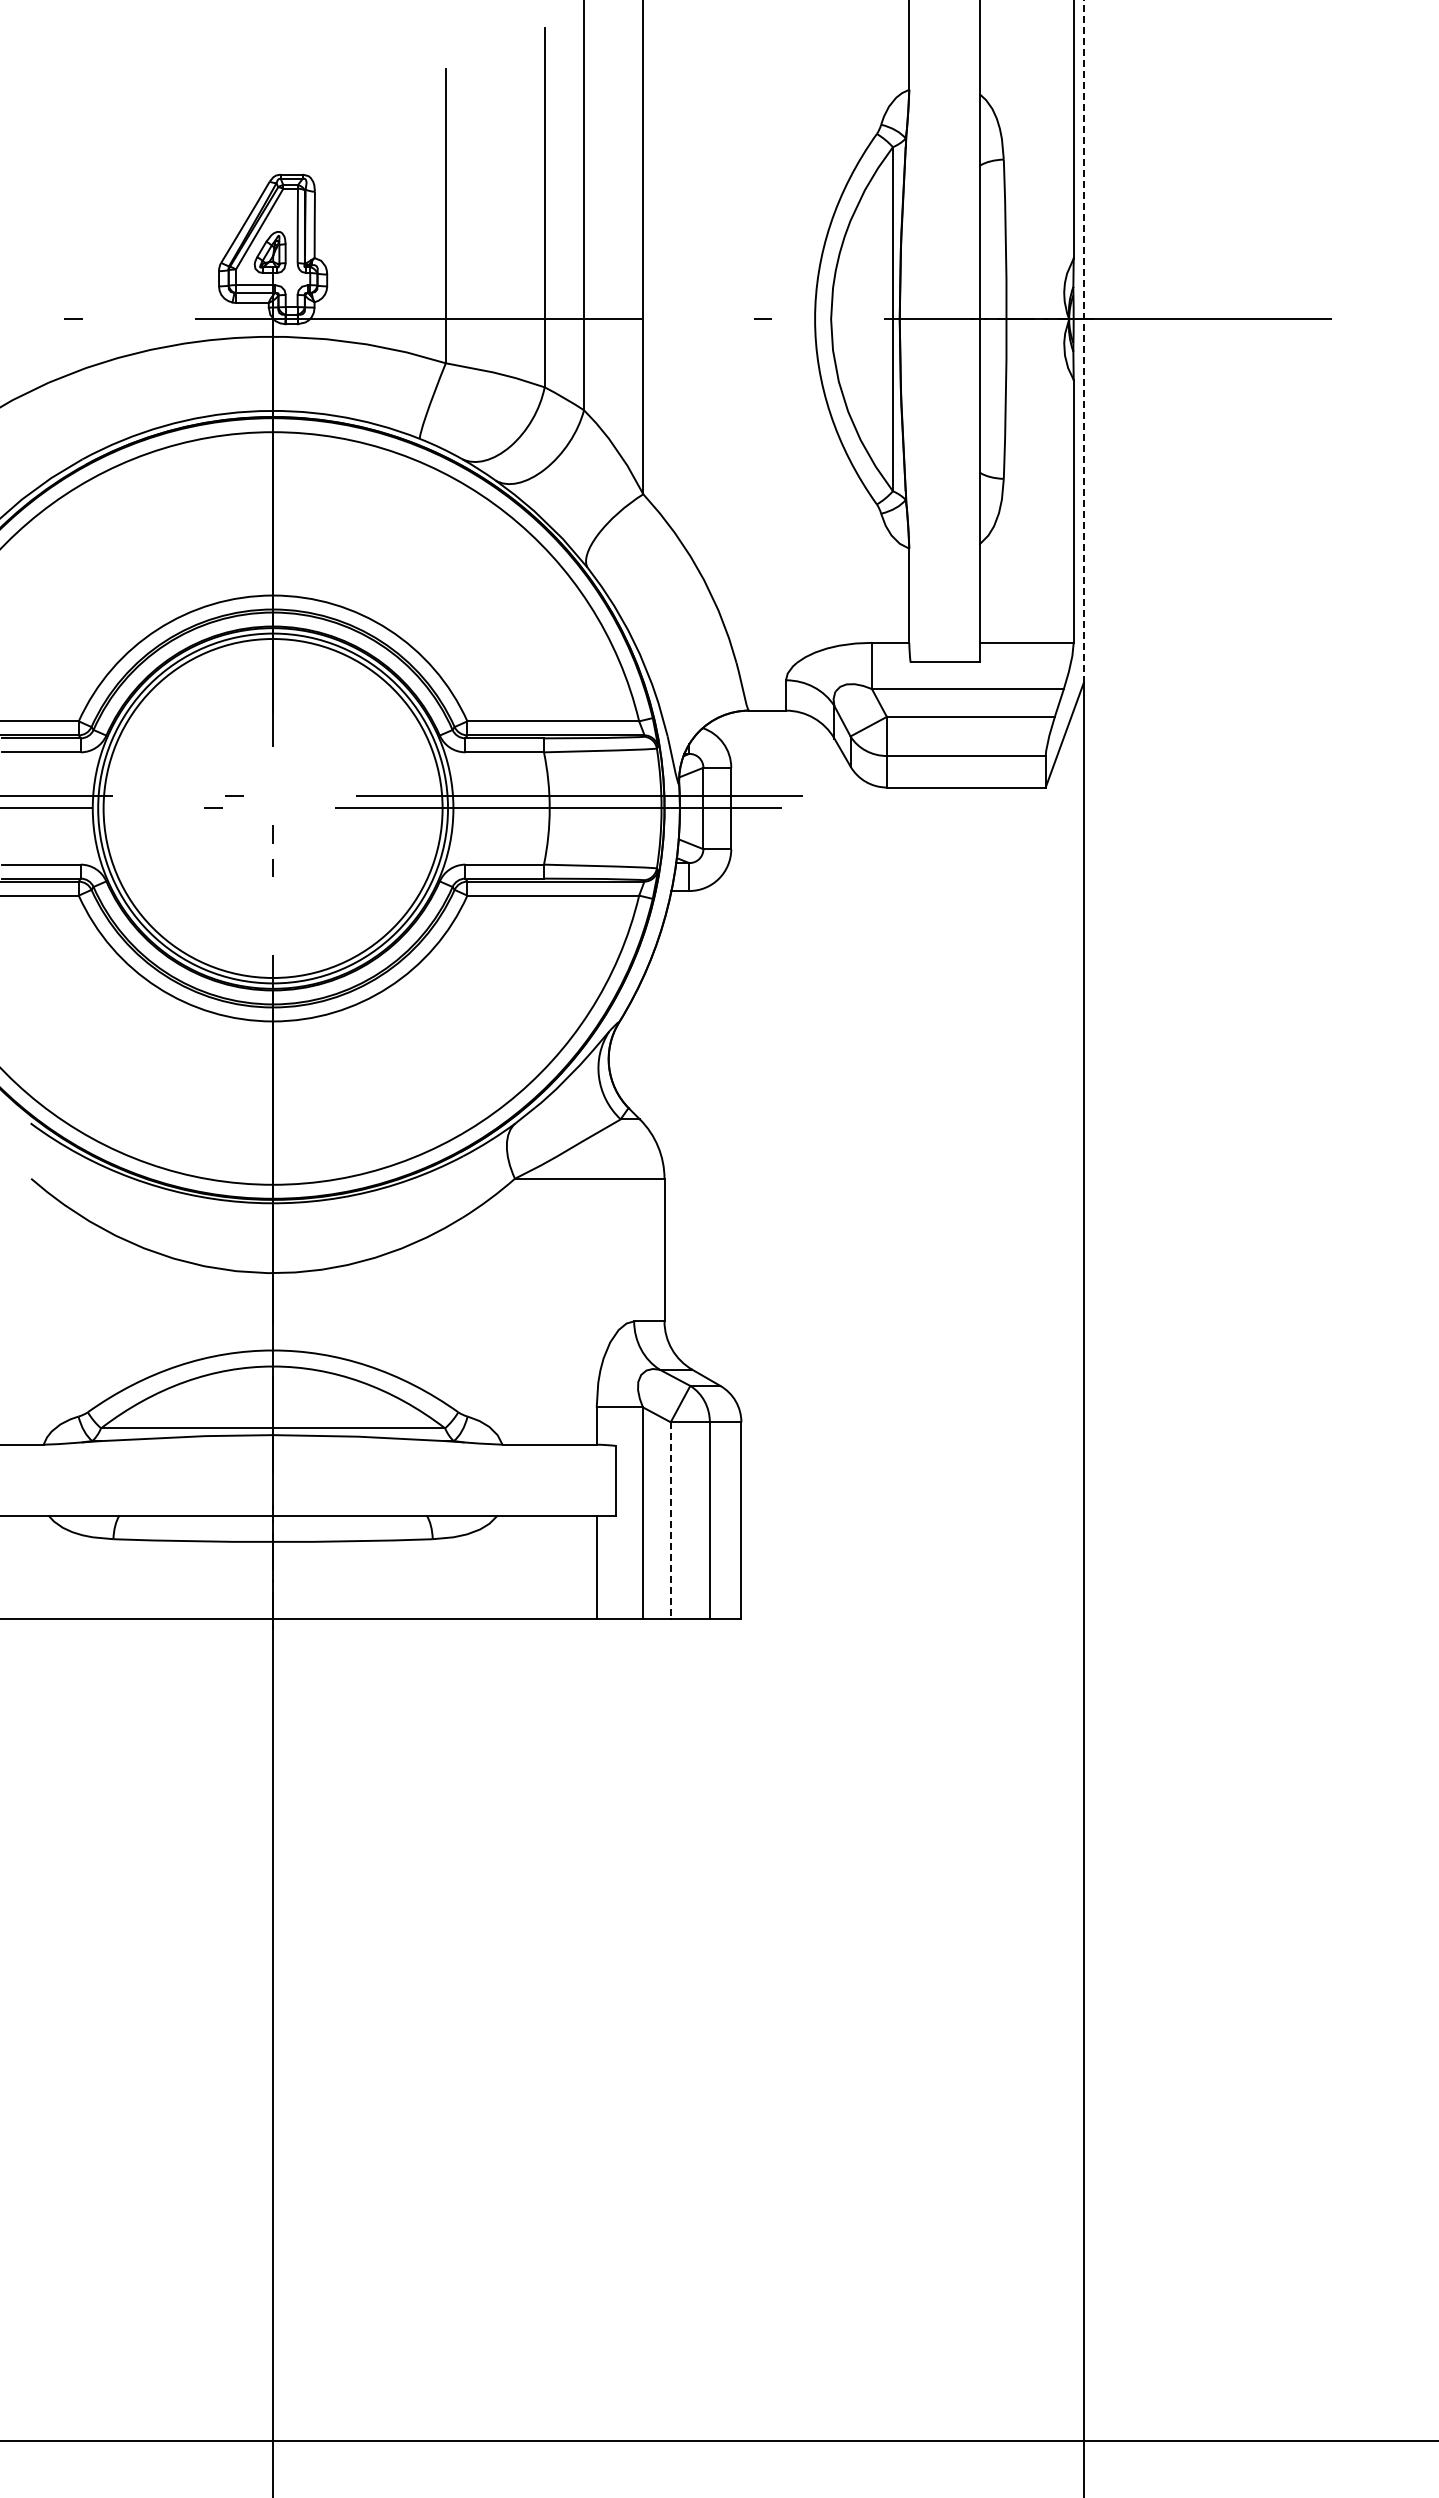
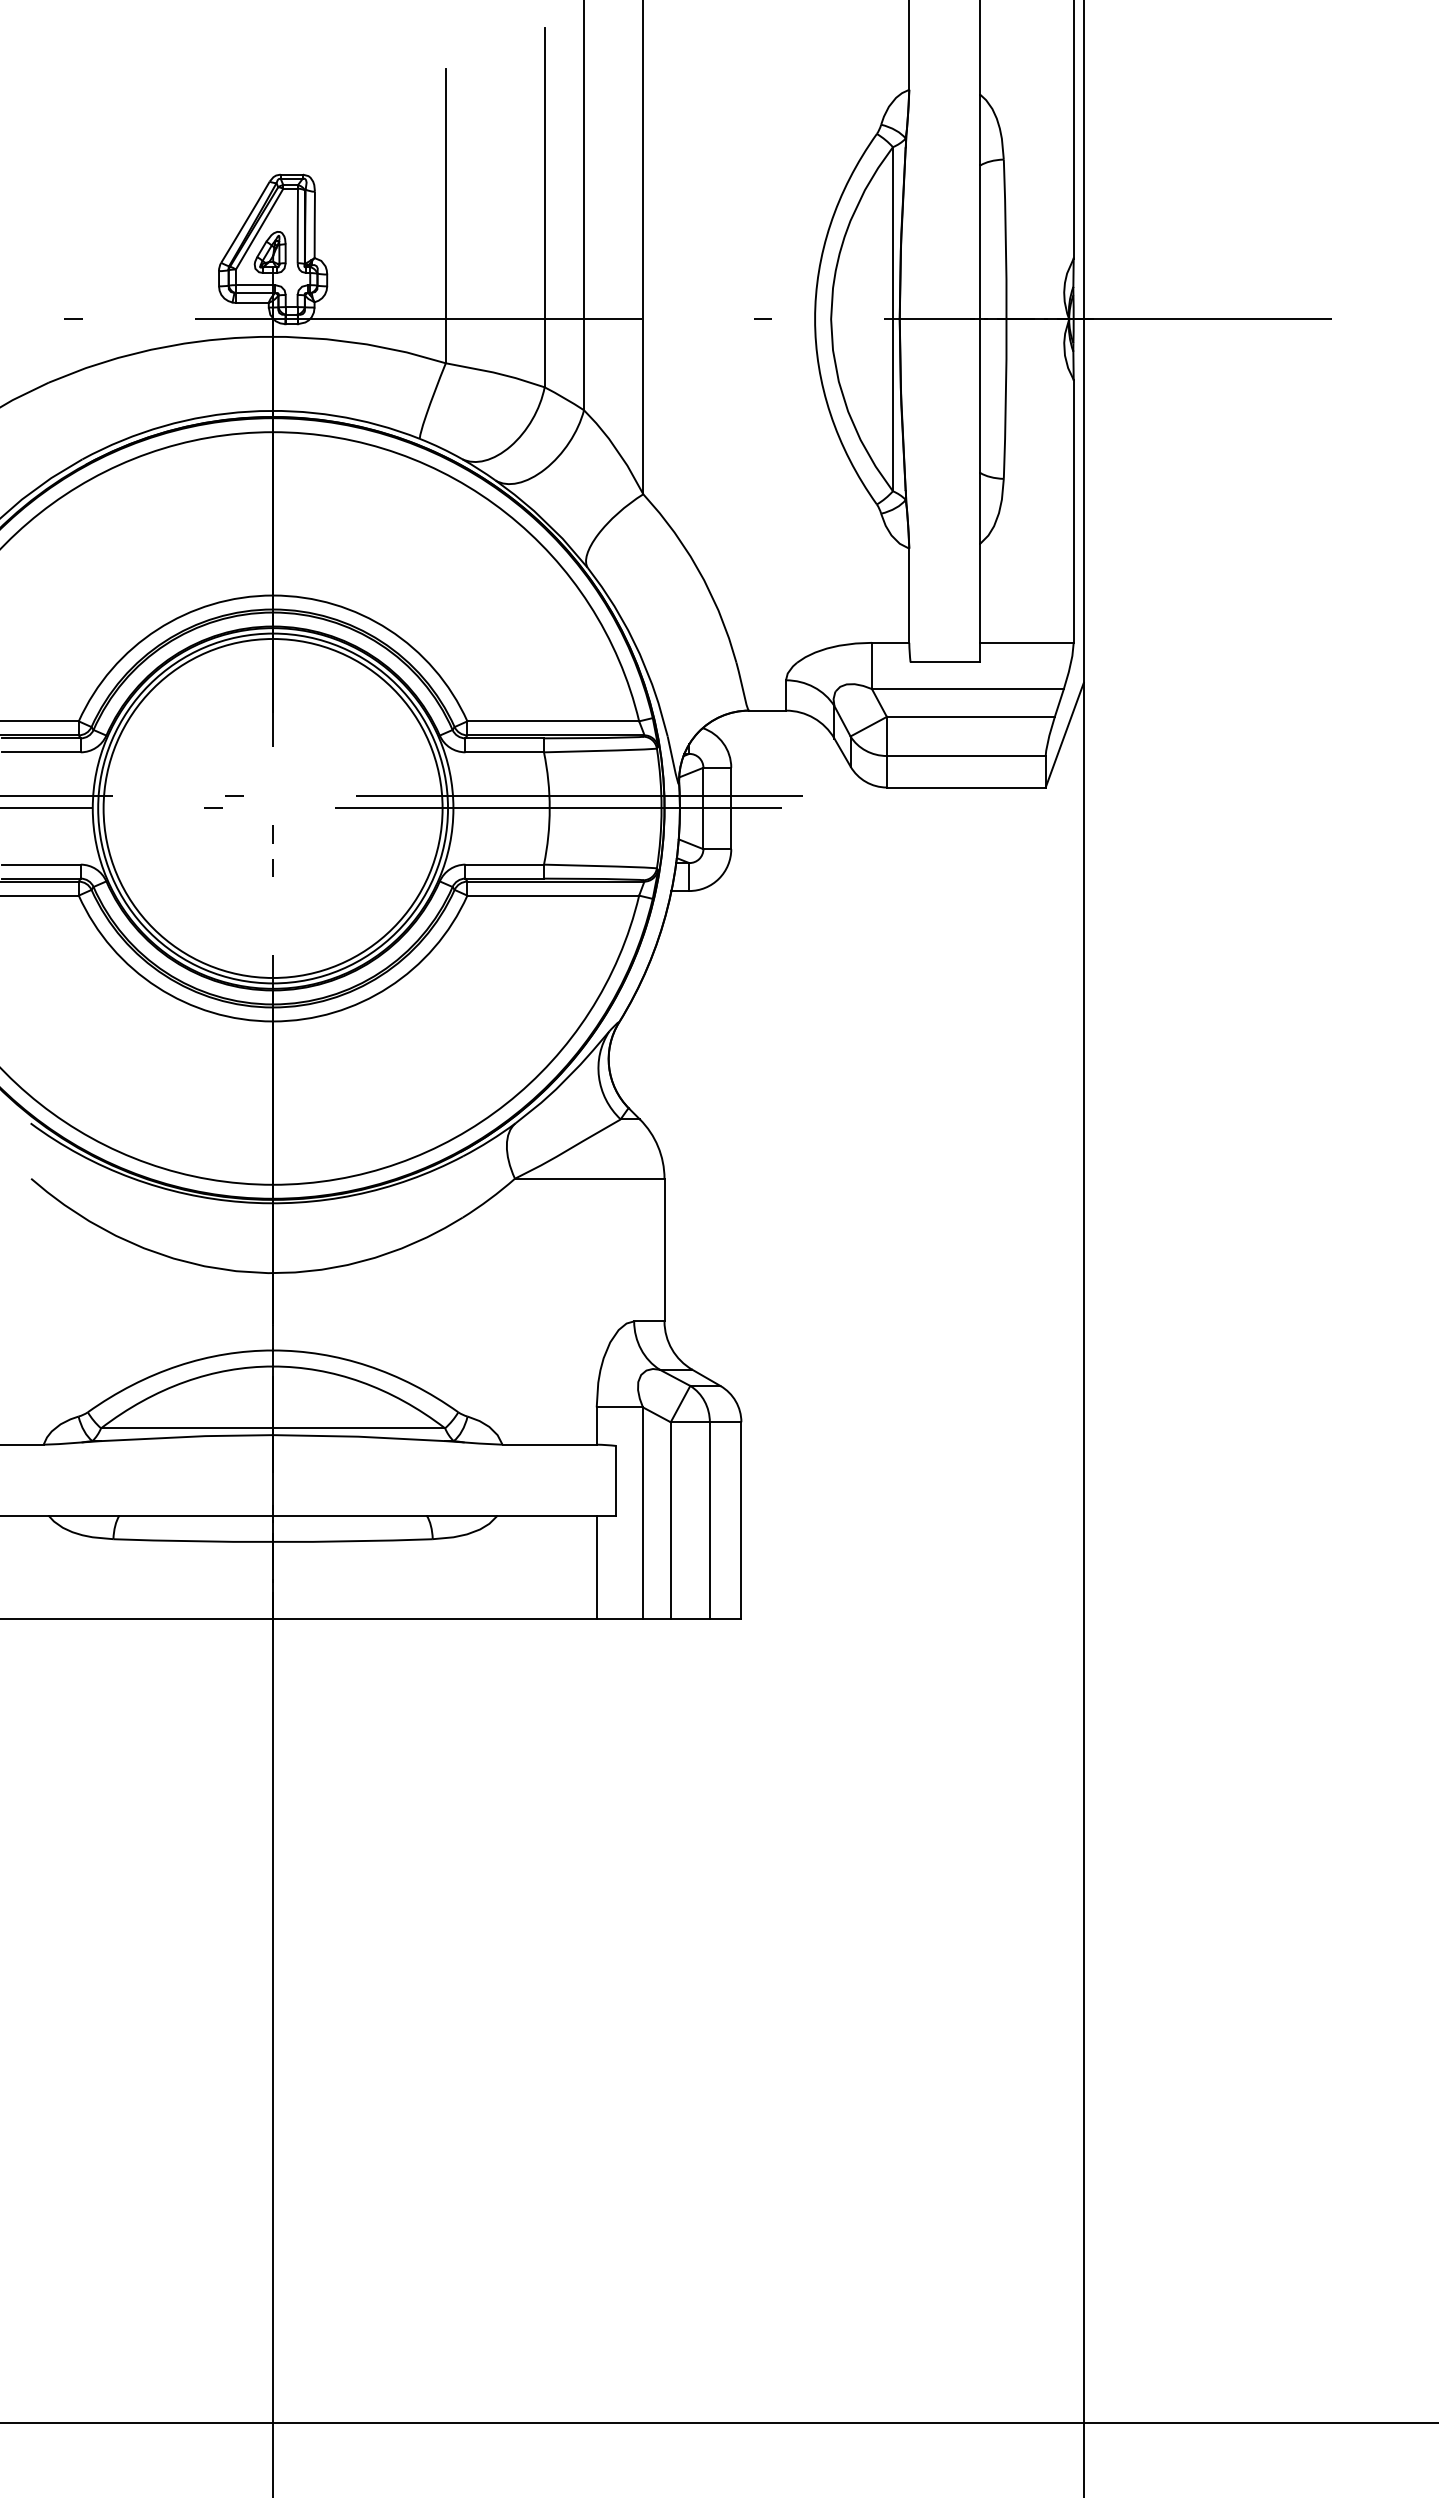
line at (1083, 340): dashed -> solid
line at (670, 1521): dashed -> solid
line at (718, 2441) position: (718, 2441) -> (718, 2423)
